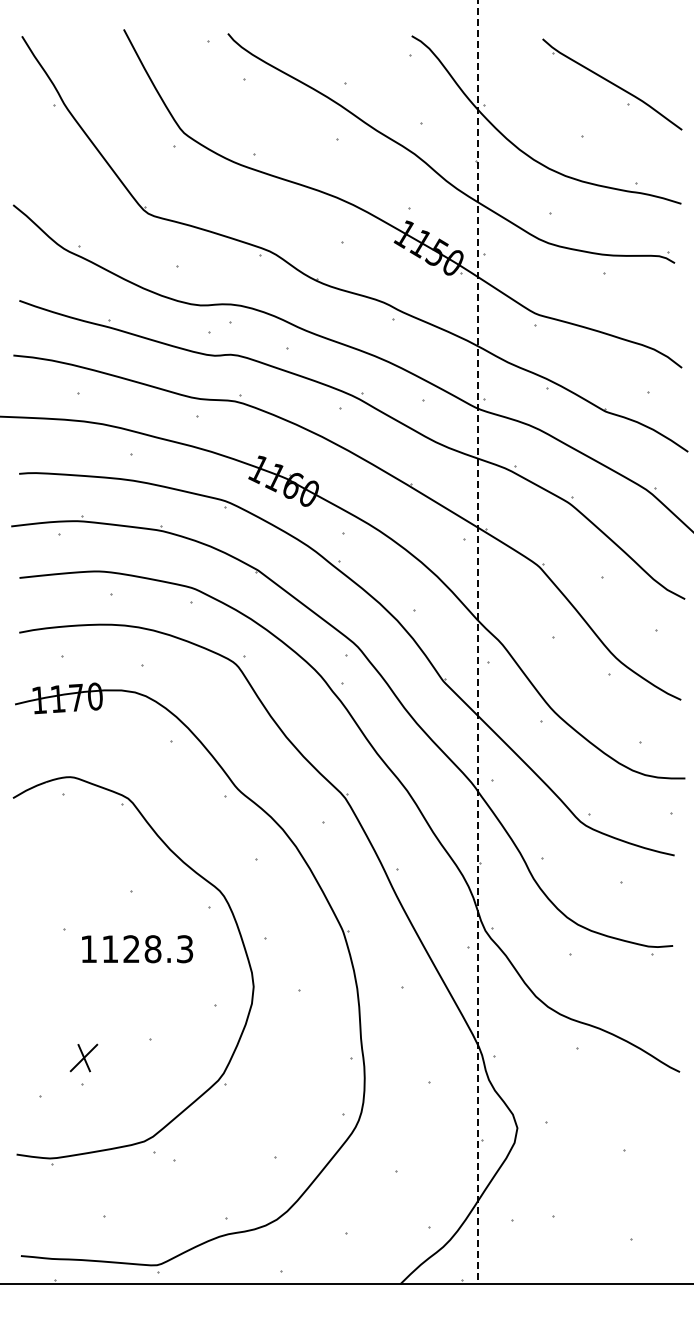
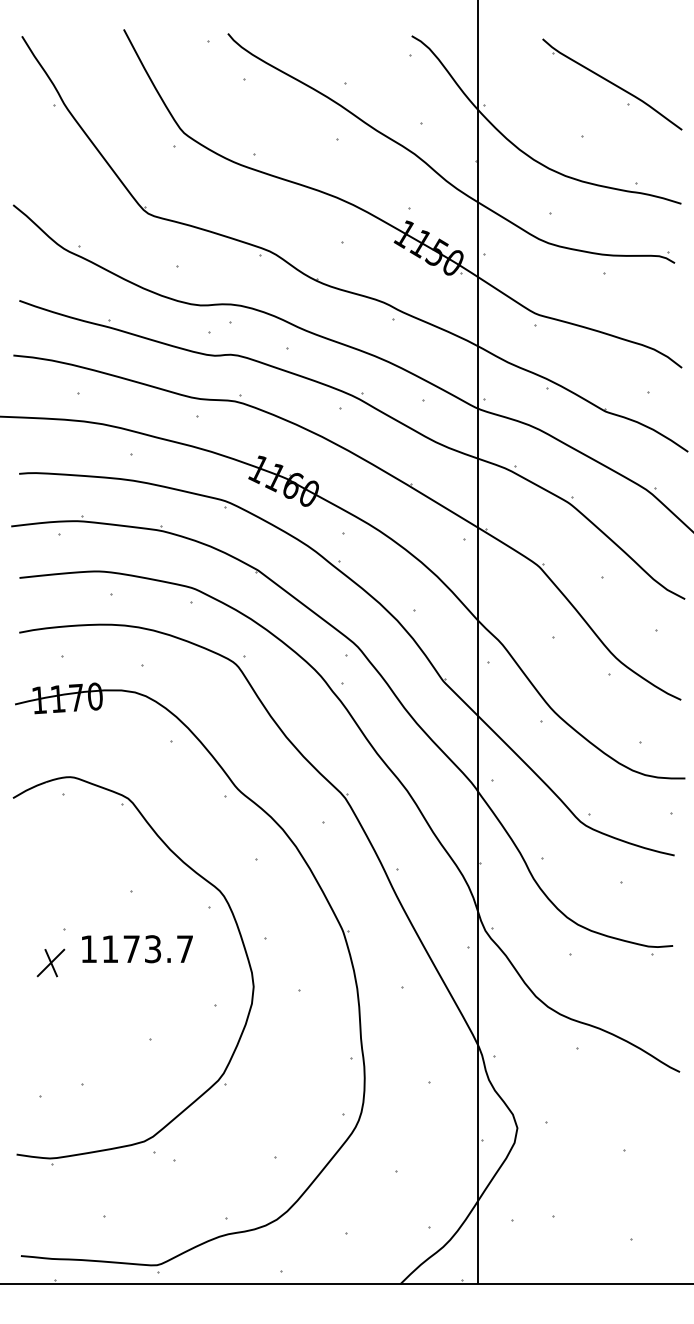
line at (477, 642): dashed -> solid
text at (158, 949): 1128.3 -> 1173.7
part at (83, 1057) position: (83, 1057) -> (50, 962)
